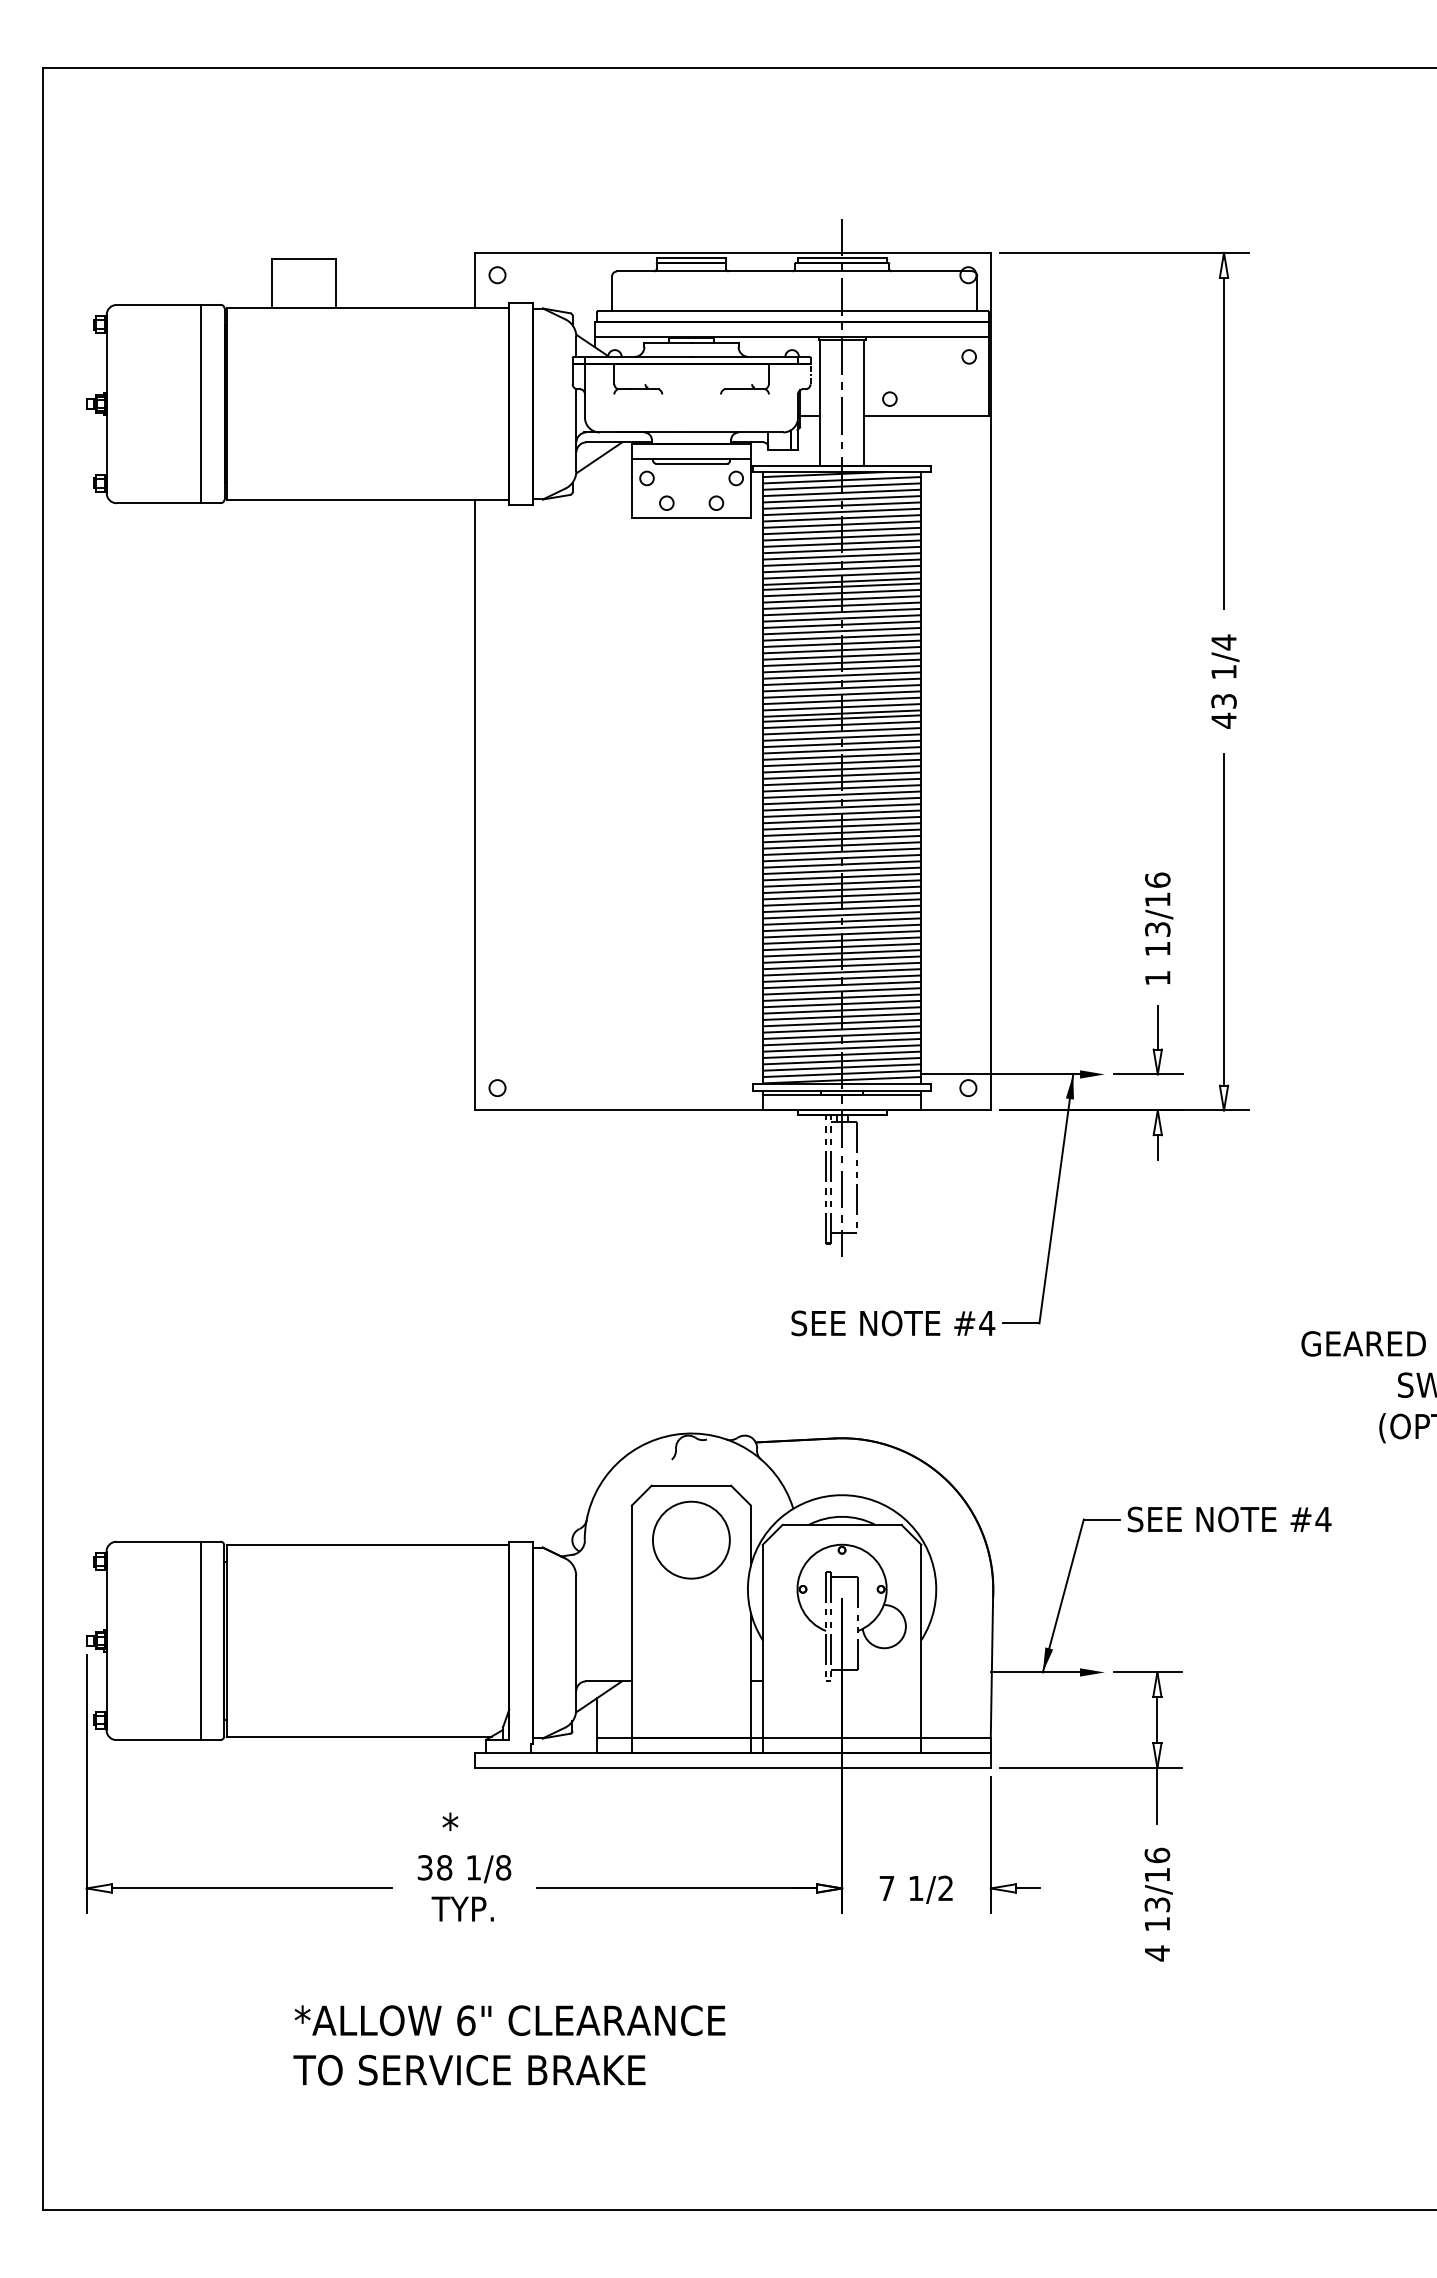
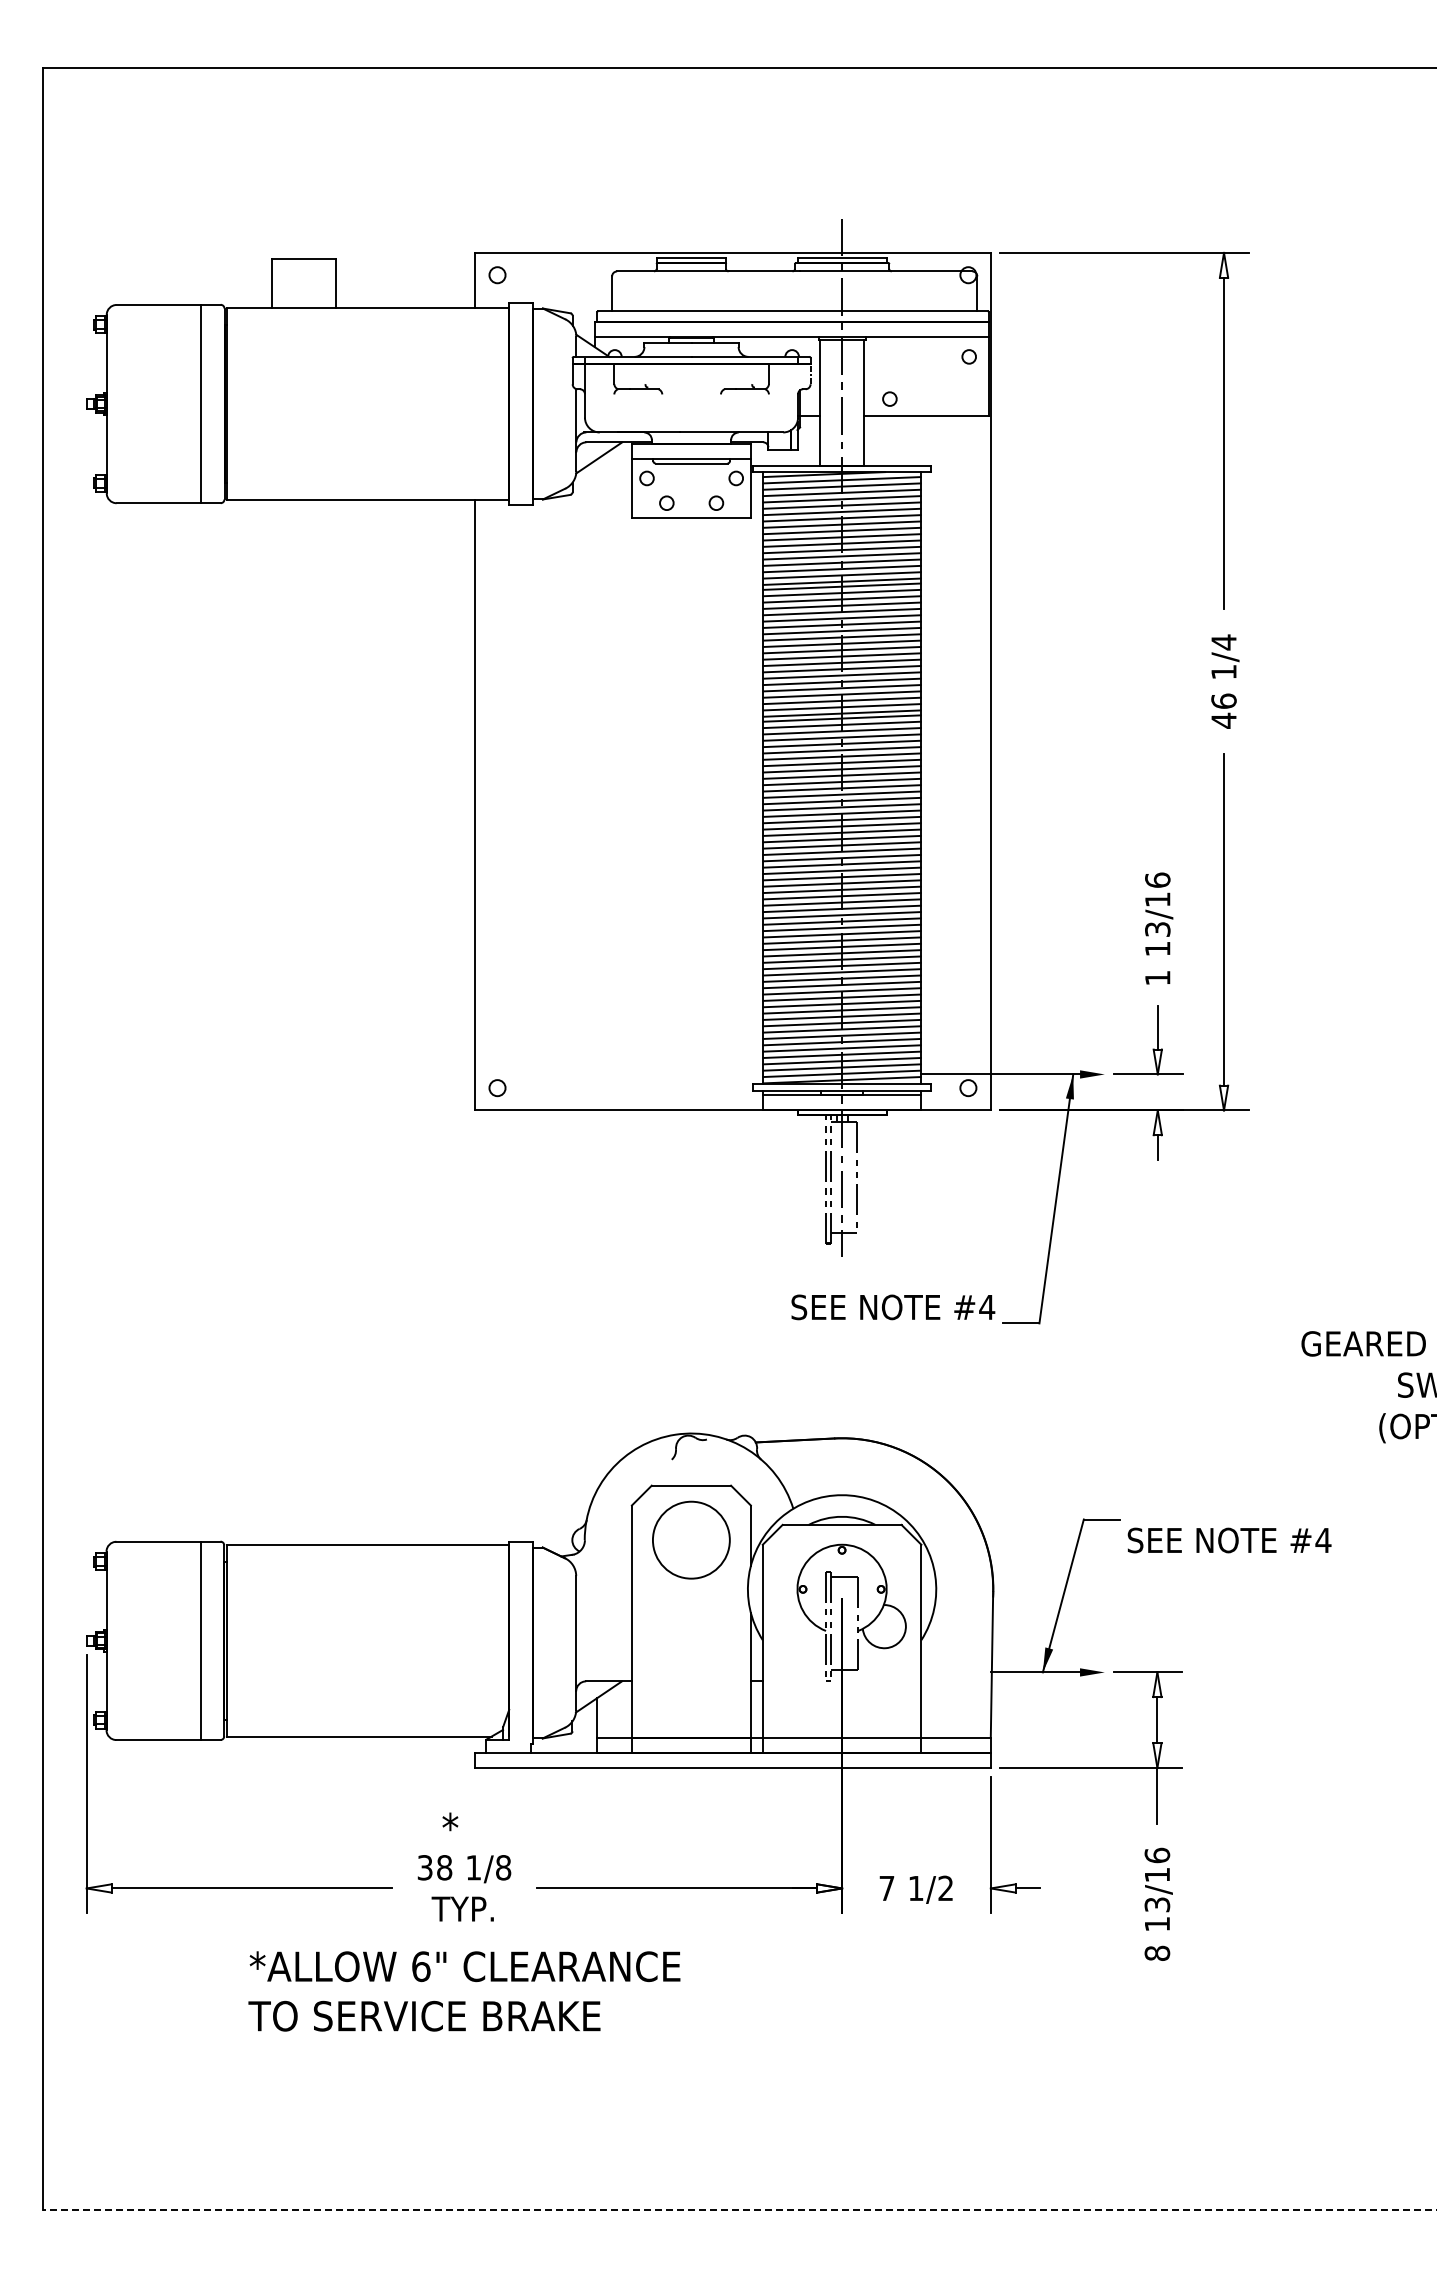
text at (1223, 700): 43 -> 46
text at (893, 1323) position: (893, 1323) -> (893, 1307)
text at (1229, 1519) position: (1229, 1519) -> (1229, 1540)
text at (1157, 1953): 4 -> 8
text at (509, 2045) position: (509, 2045) -> (464, 1991)
line at (739, 2209): solid -> dashed
